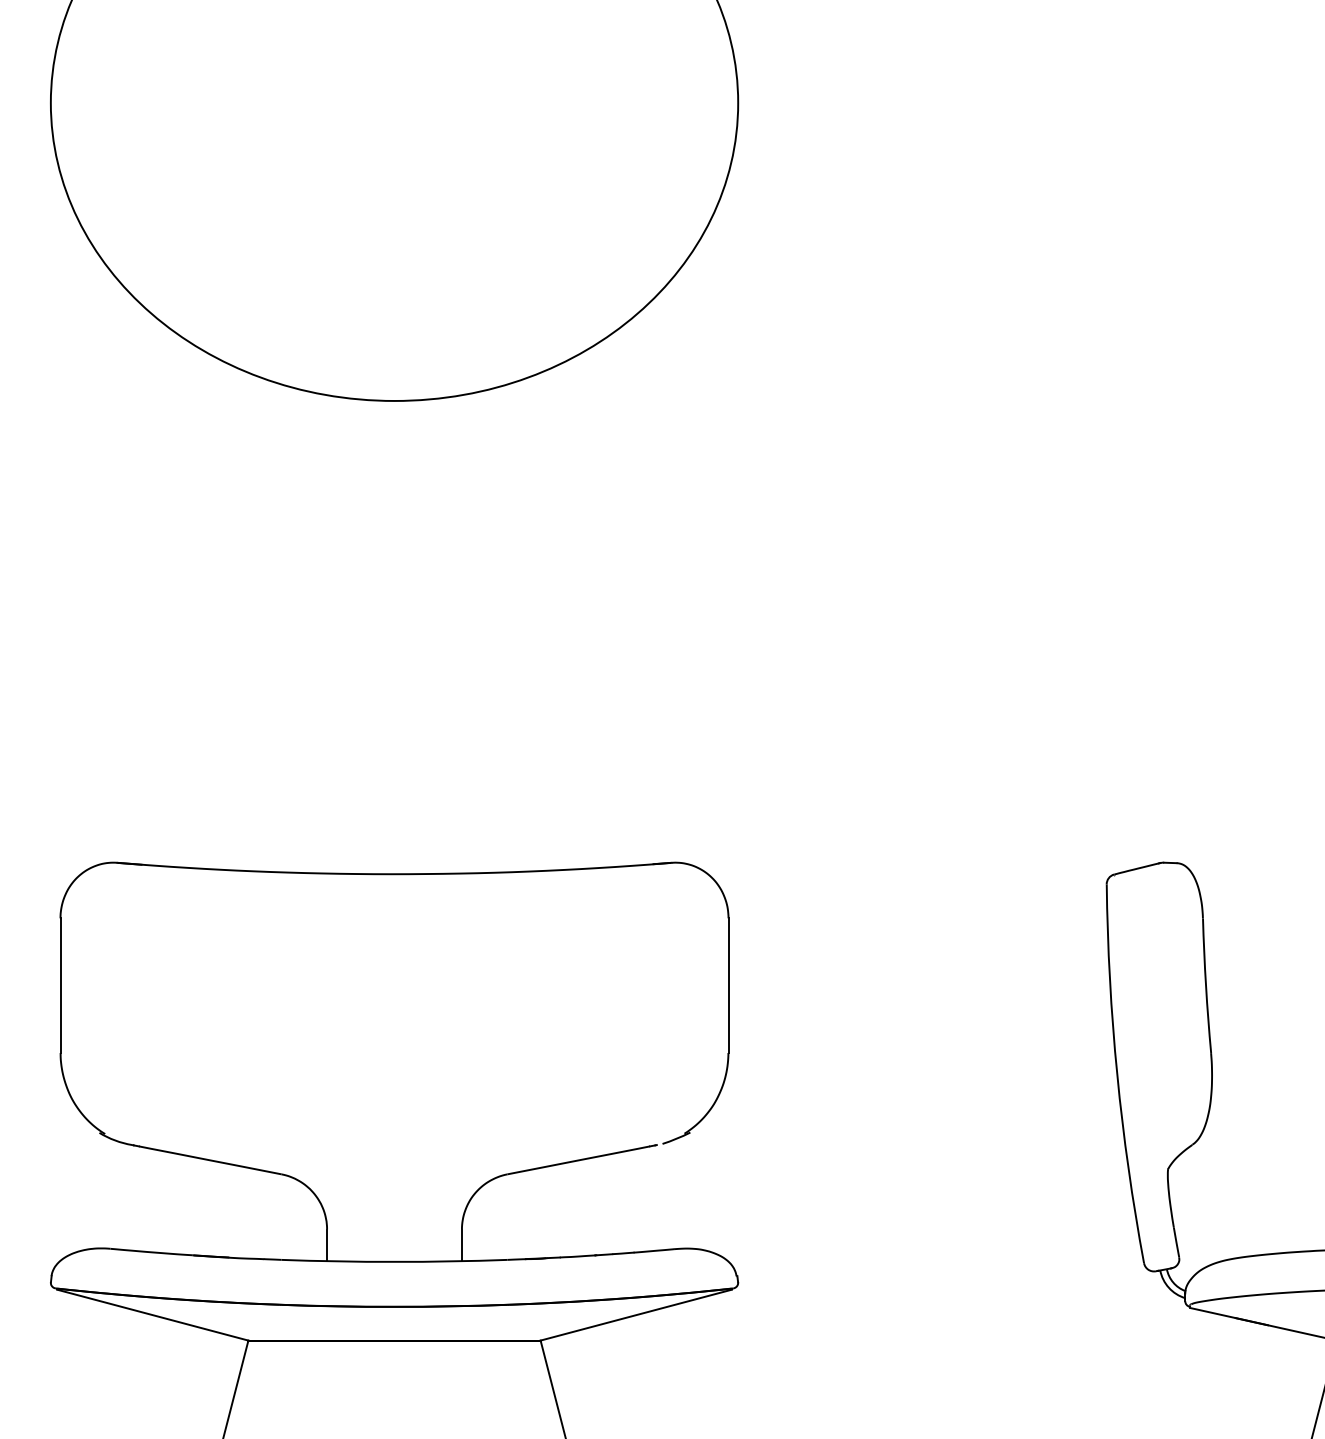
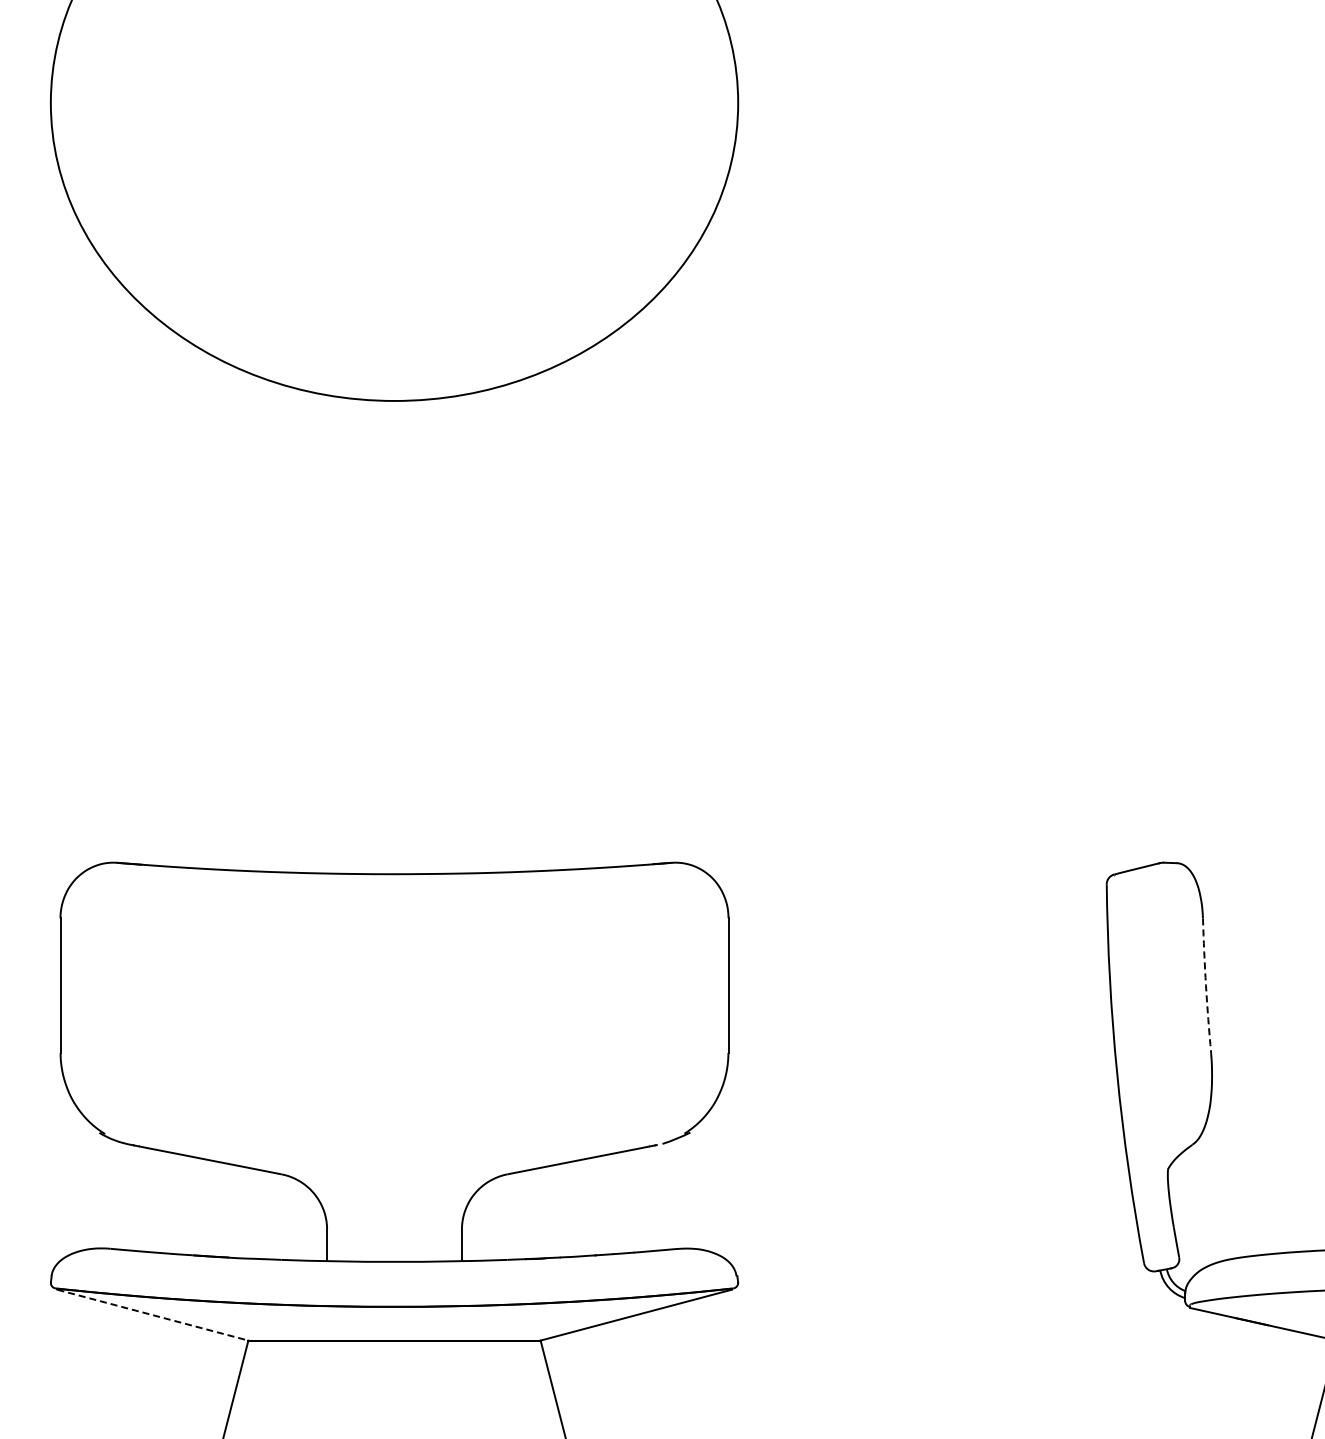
arc at (1206, 985): solid -> dashed
line at (152, 1315): solid -> dashed
